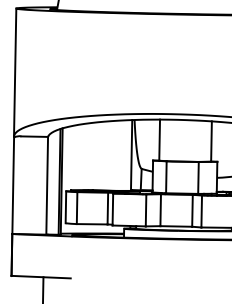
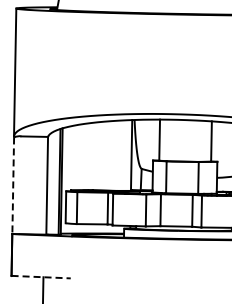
line at (13, 186): solid -> dashed
line at (41, 277): solid -> dashed
